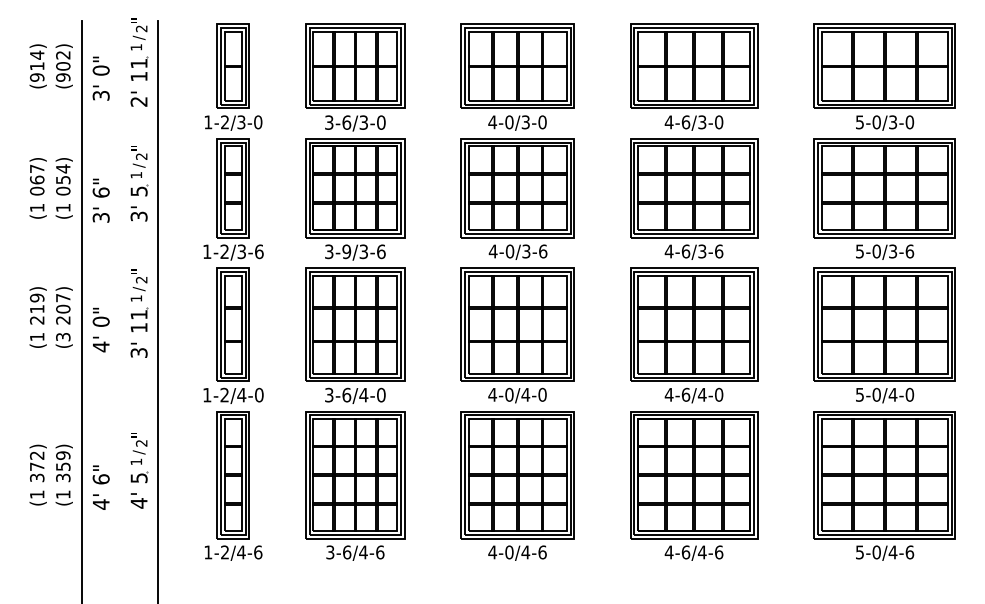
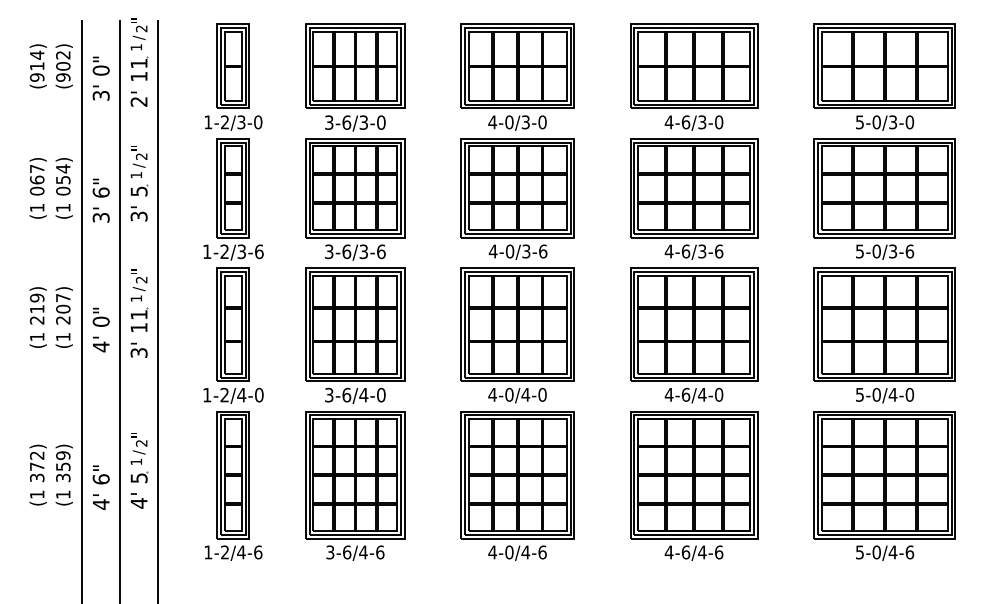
text at (346, 251): 3-9/3-6 -> 3-6/3-6
line at (120, 310): none -> present
text at (63, 337): (3 -> (1
